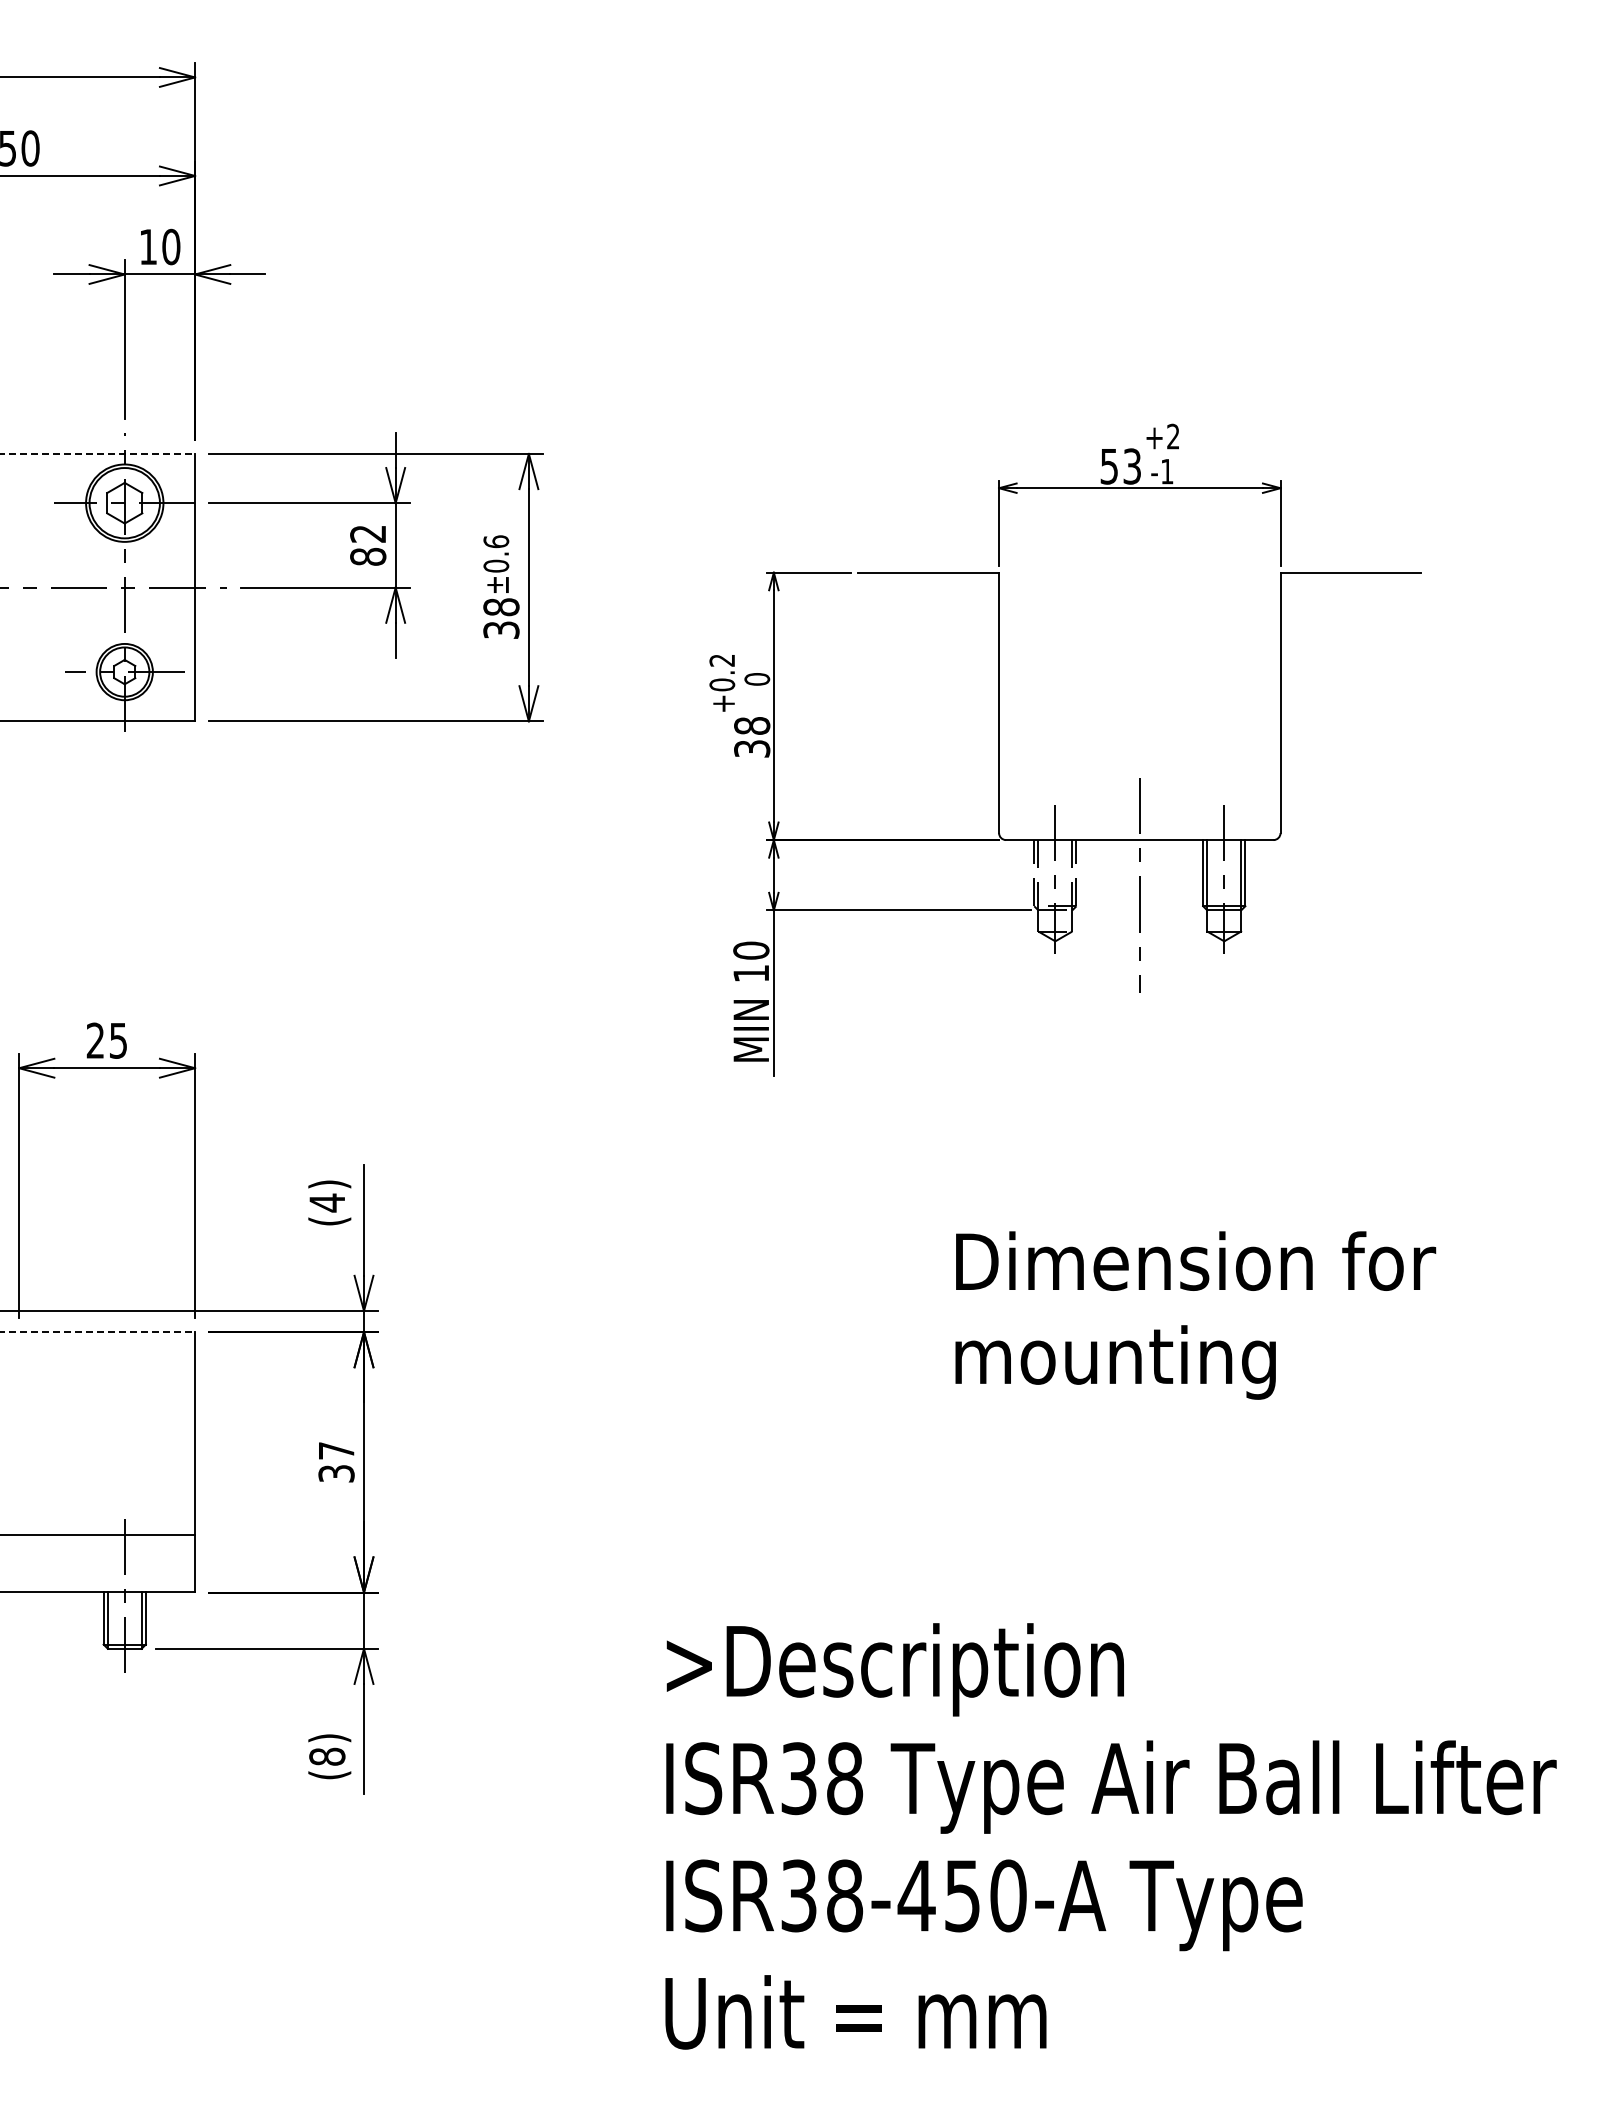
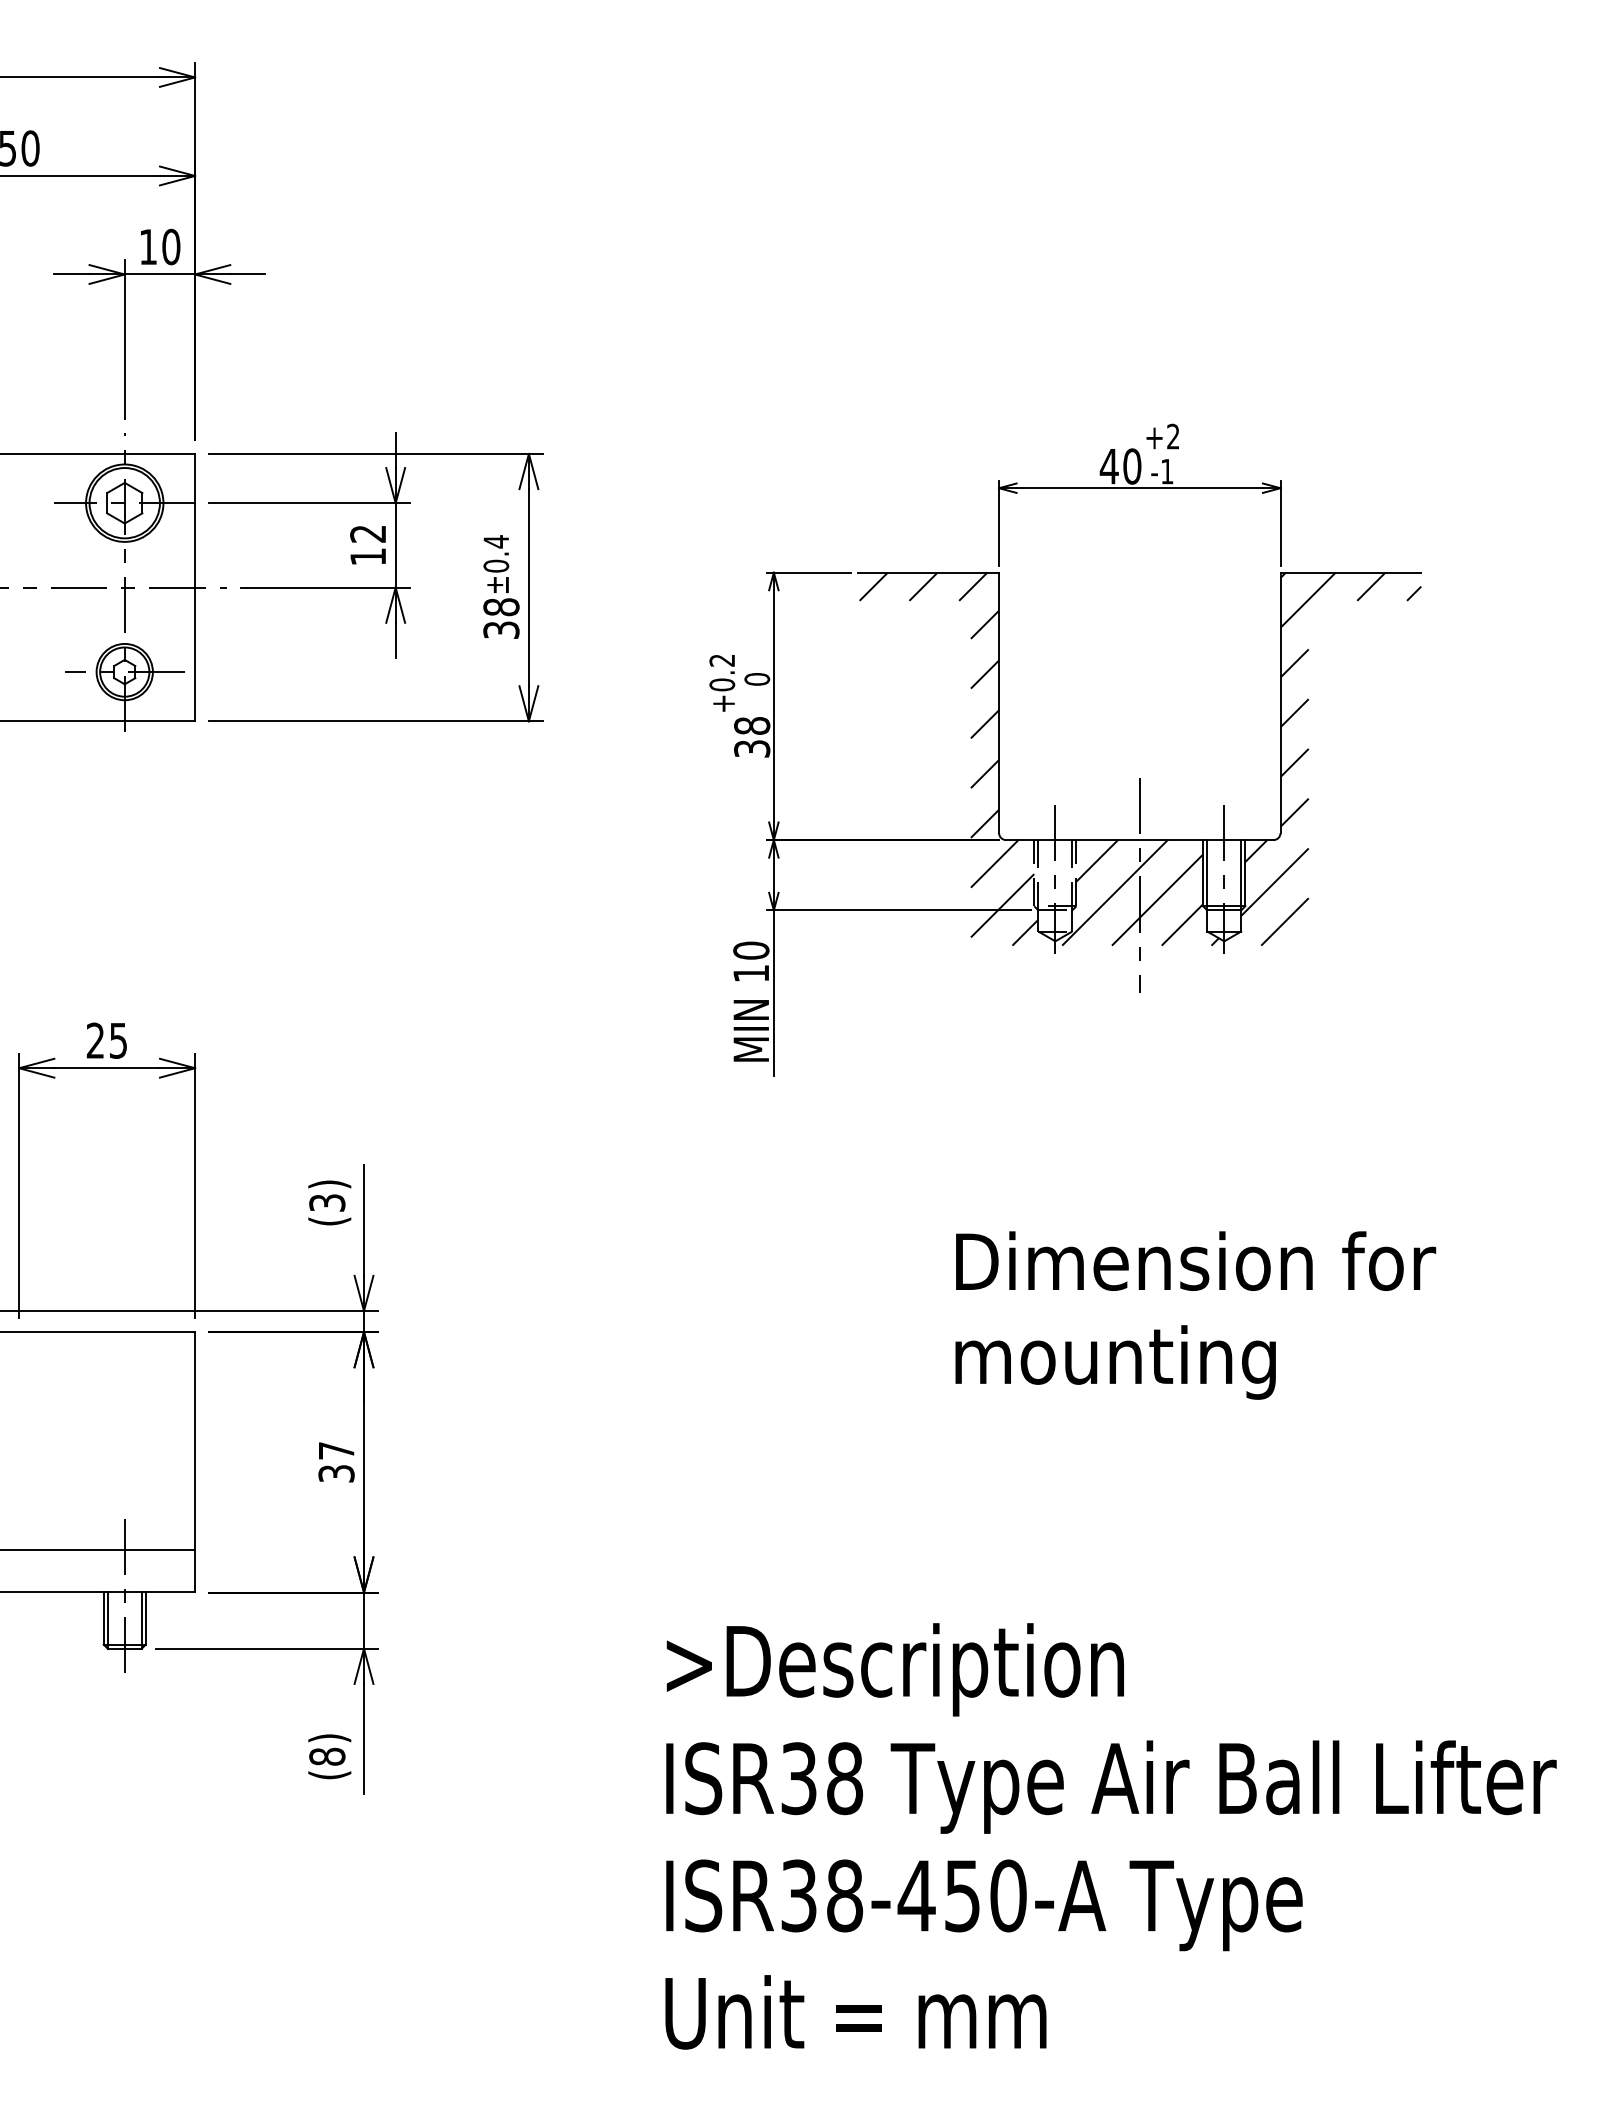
line at (98, 453): dashed -> solid
text at (1120, 466): 53 -> 40
text at (496, 541): ±0.6 -> ±0.4
text at (368, 556): 82 -> 12
hatch at (1140, 758): none -> present
text at (327, 1202): (4) -> (3)
line at (98, 1332): dashed -> solid
line at (98, 1535) position: (98, 1535) -> (98, 1550)
